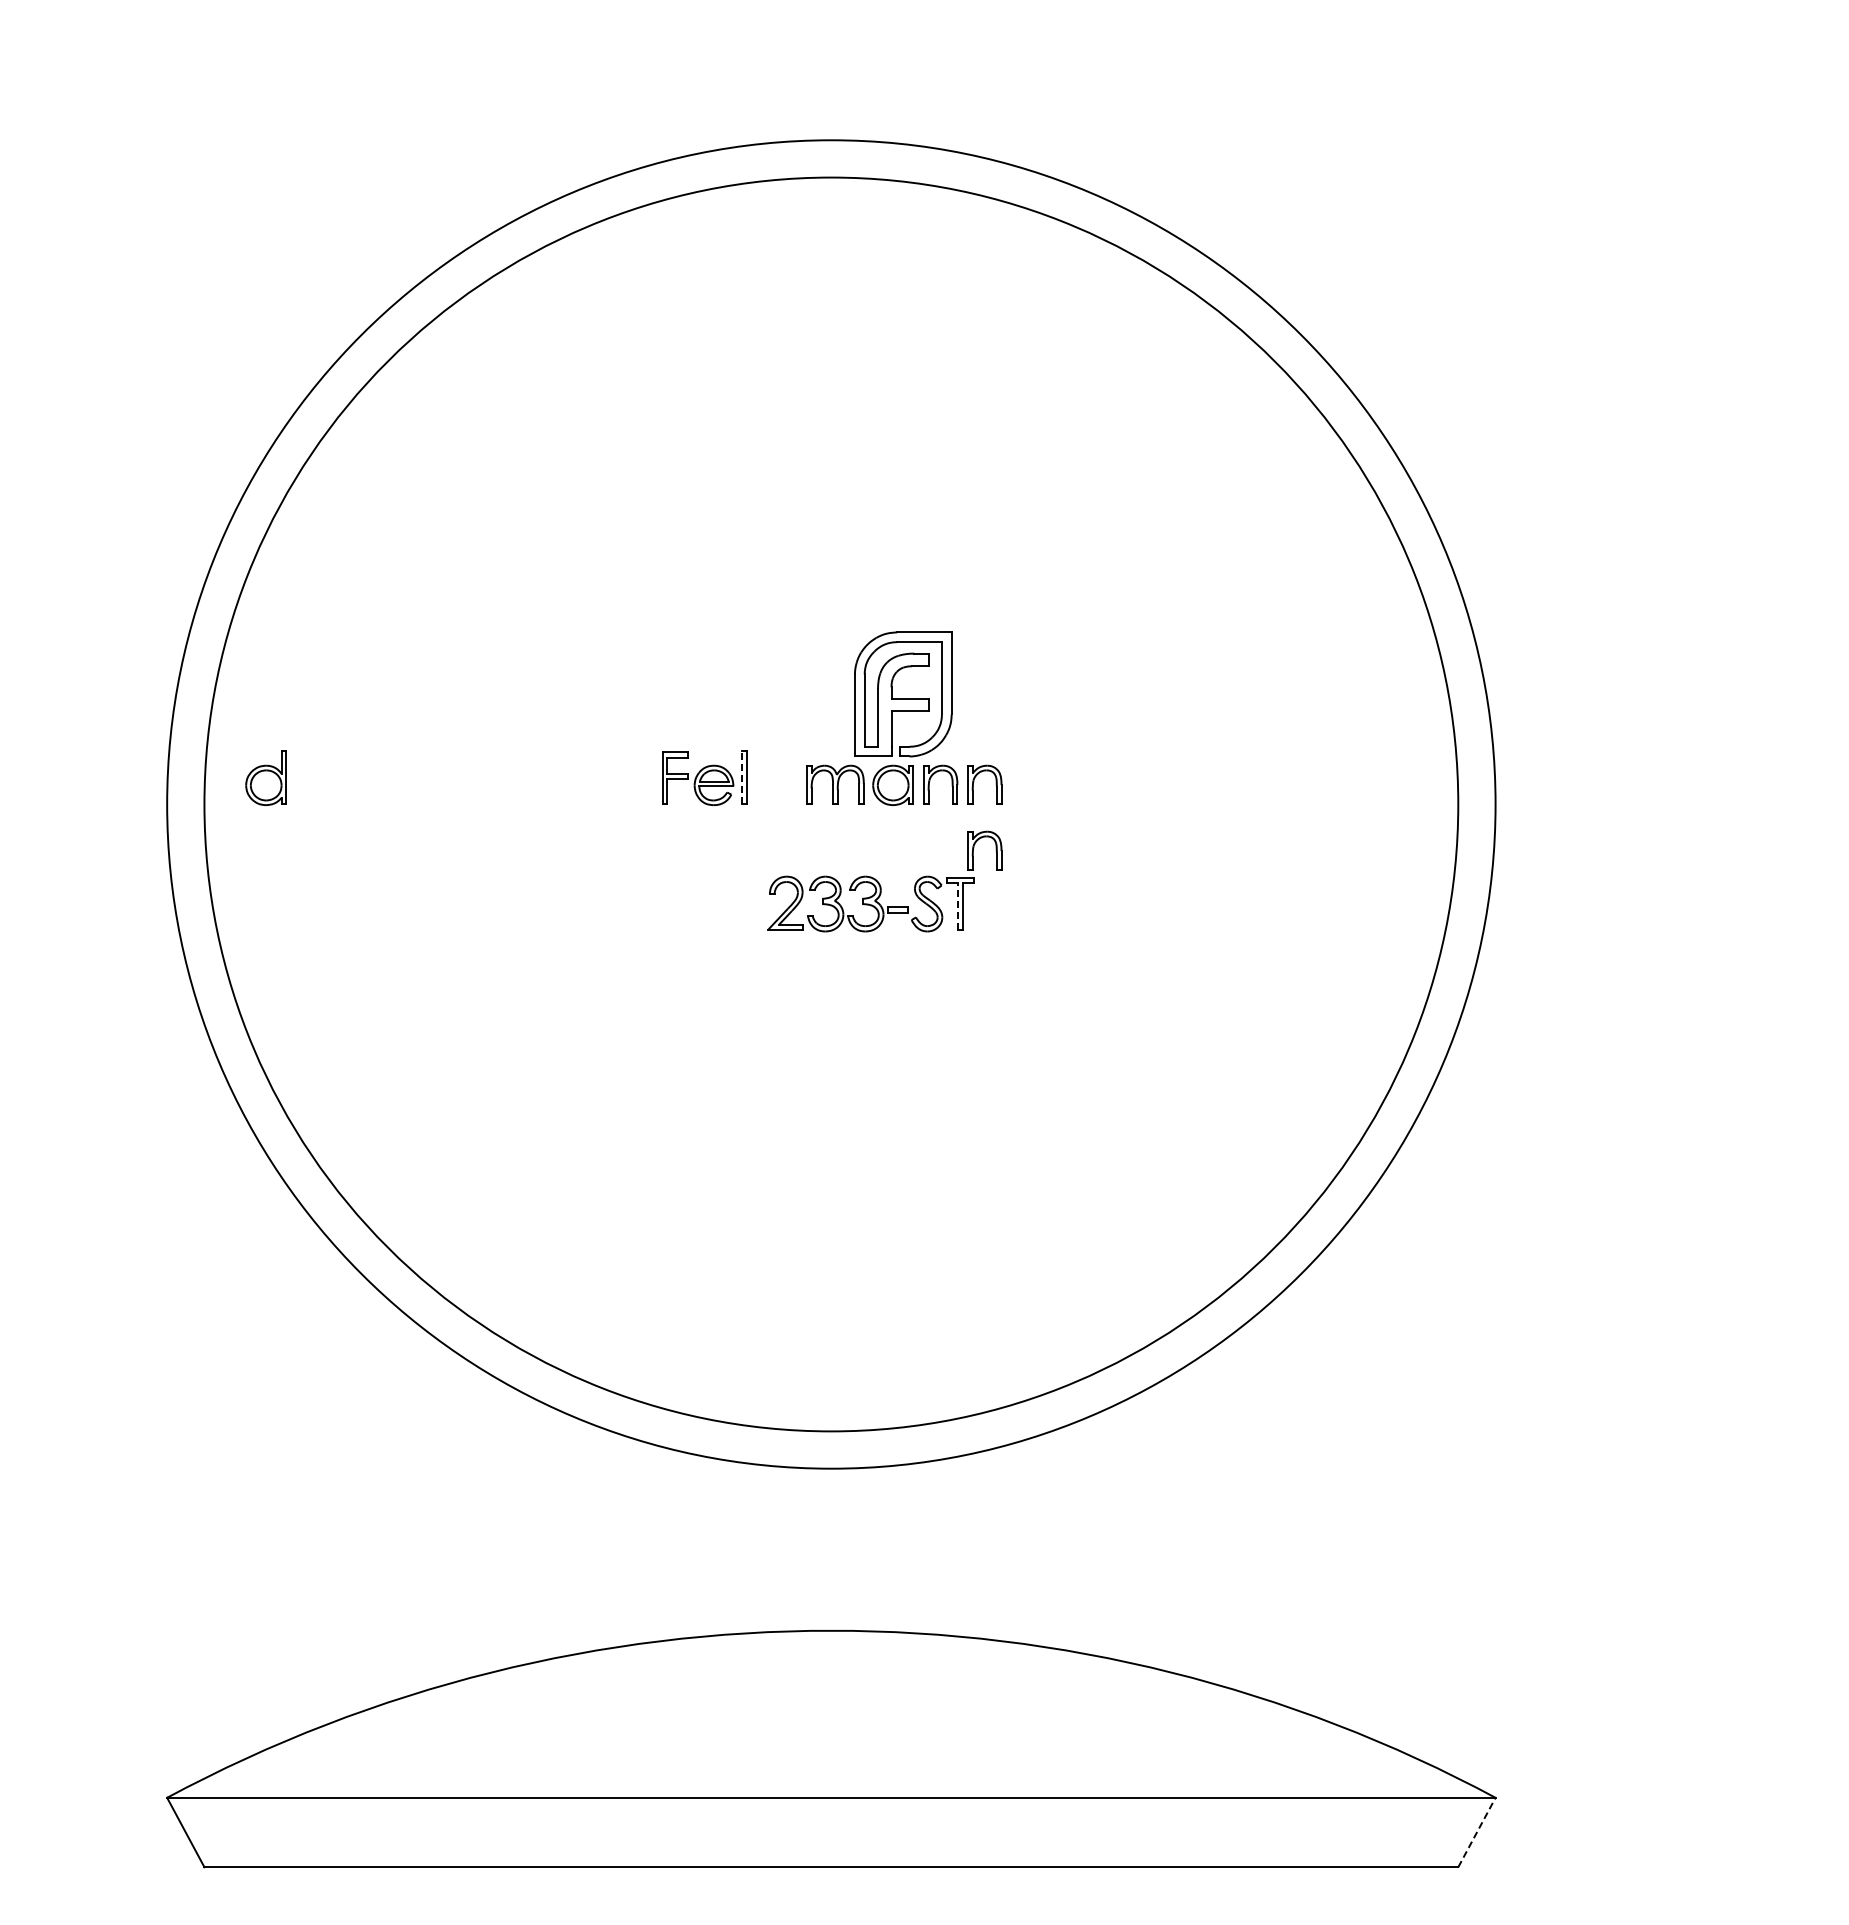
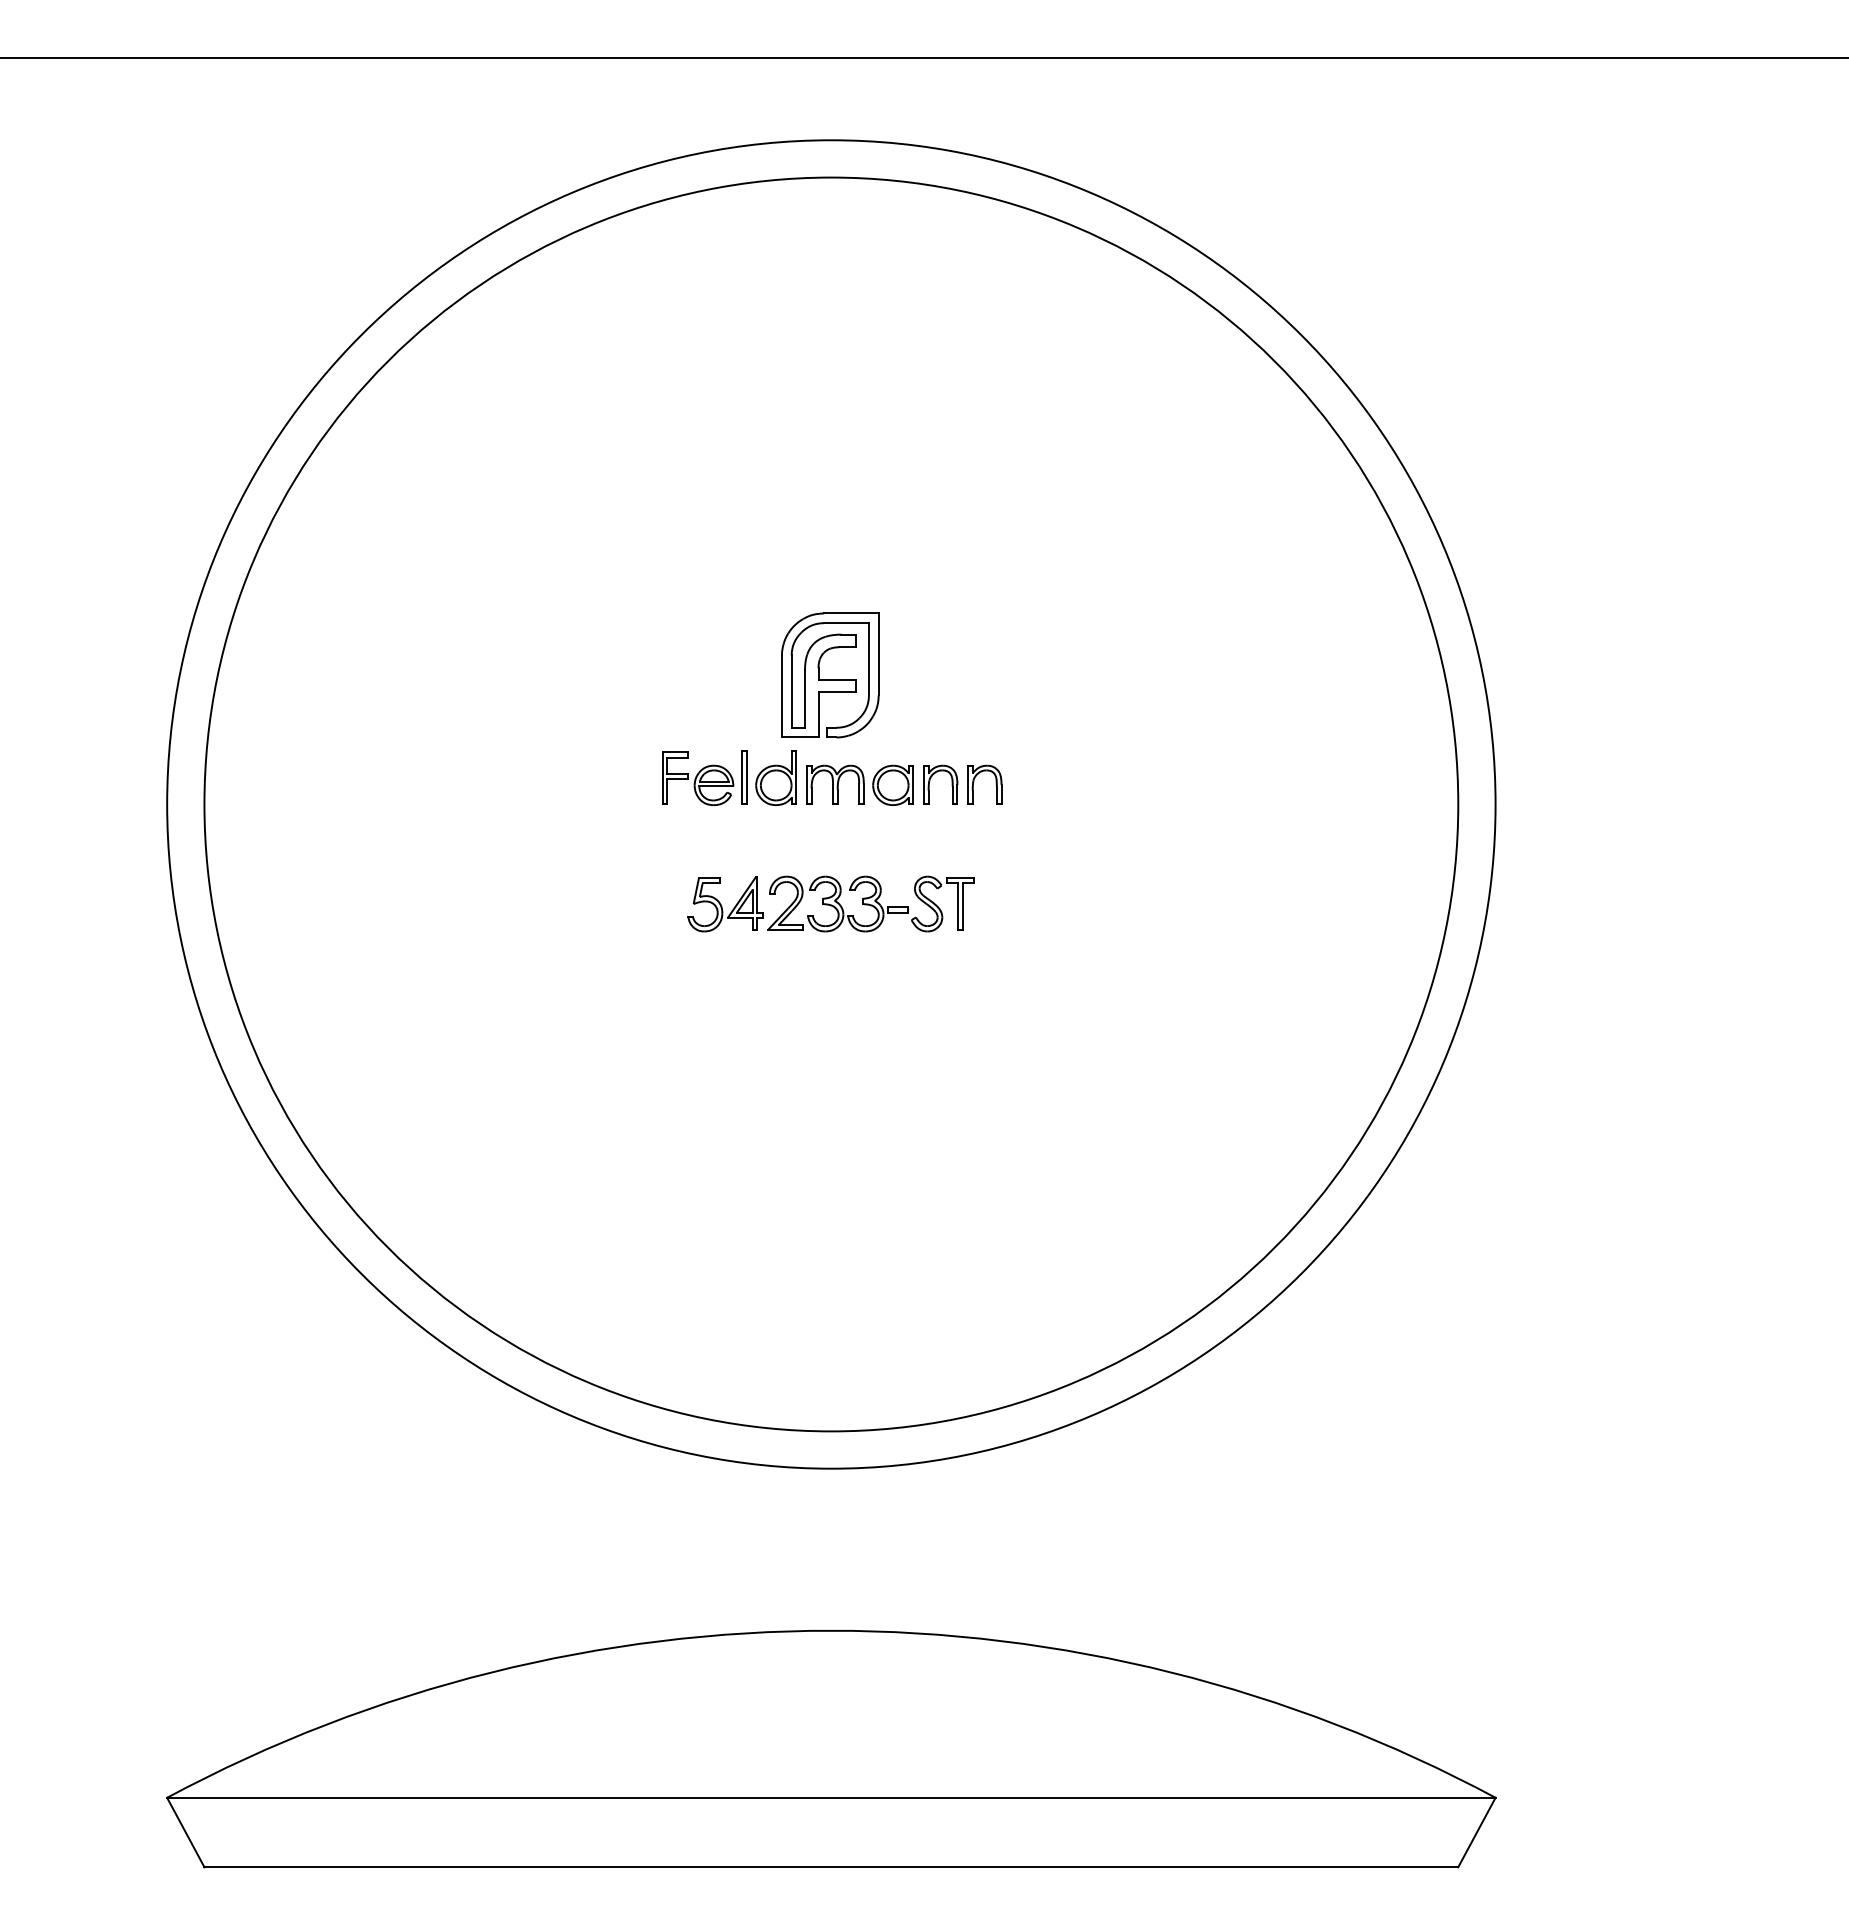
line at (923, 57): none -> present
part at (903, 694) position: (903, 694) -> (830, 675)
part at (265, 777) position: (265, 777) -> (775, 777)
line at (742, 777): dashed -> solid
part at (974, 848): present -> none
part at (725, 904): none -> present
line at (958, 906): dashed -> solid
line at (1477, 1832): dashed -> solid
